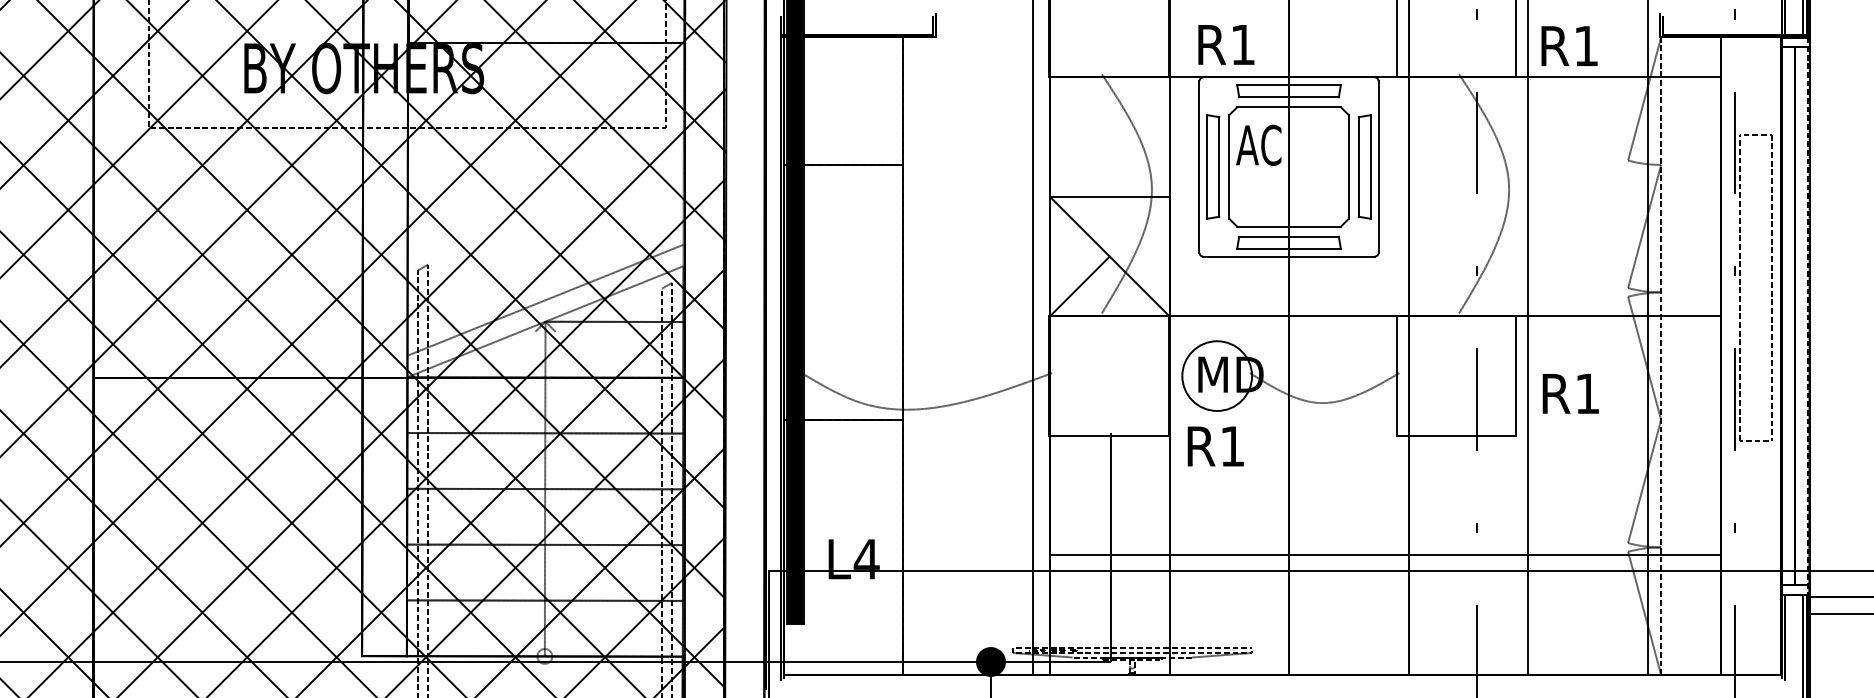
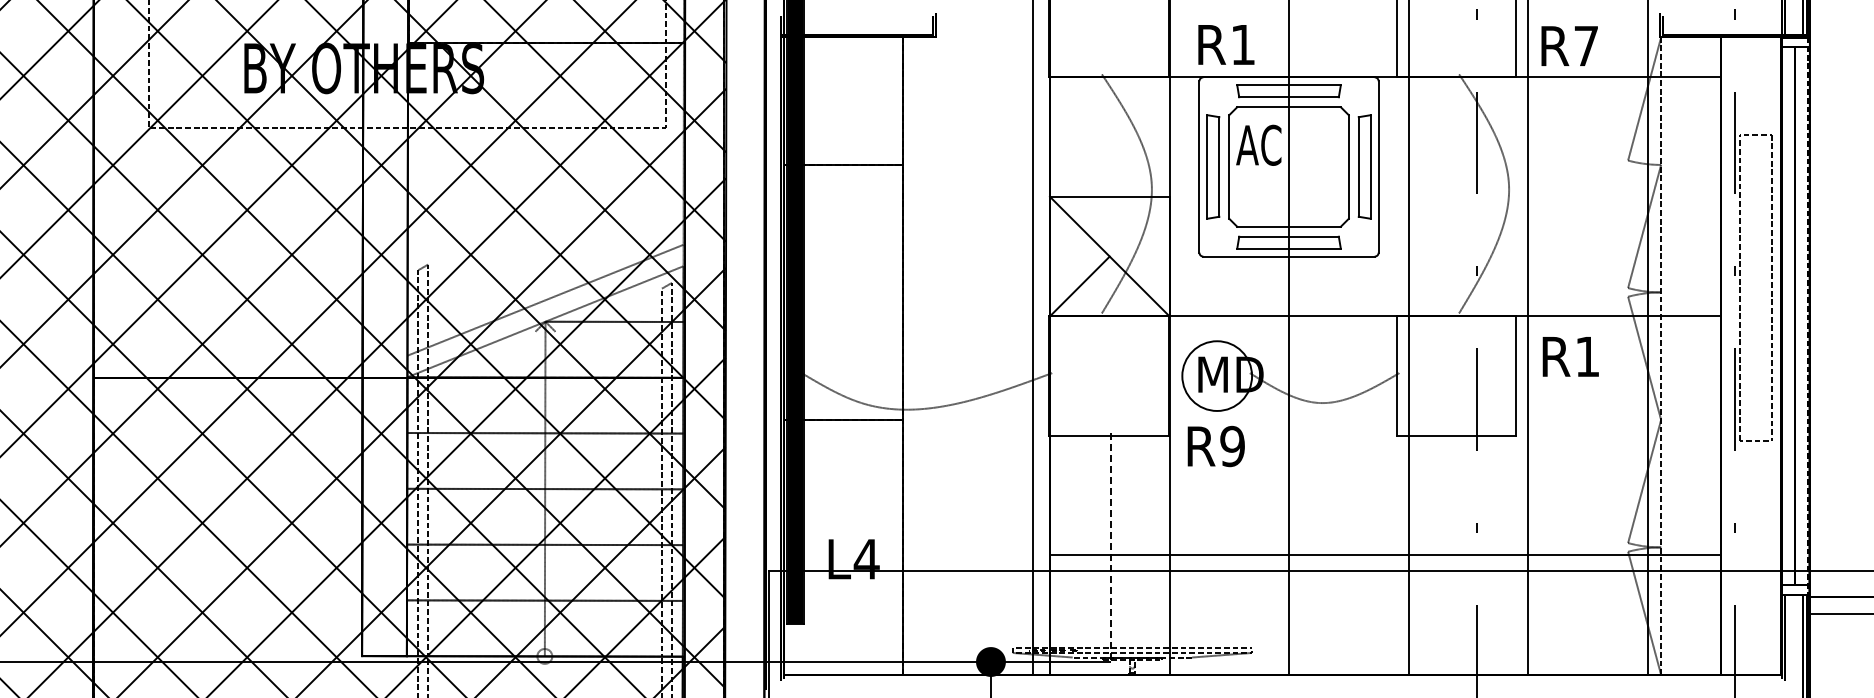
text at (1585, 46): R1 -> R7
text at (1570, 393) position: (1570, 393) -> (1570, 356)
text at (1232, 446): R1 -> R9
line at (1110, 547): solid -> dashed
